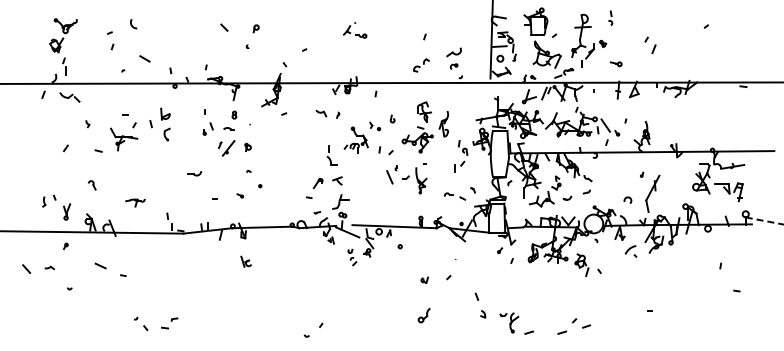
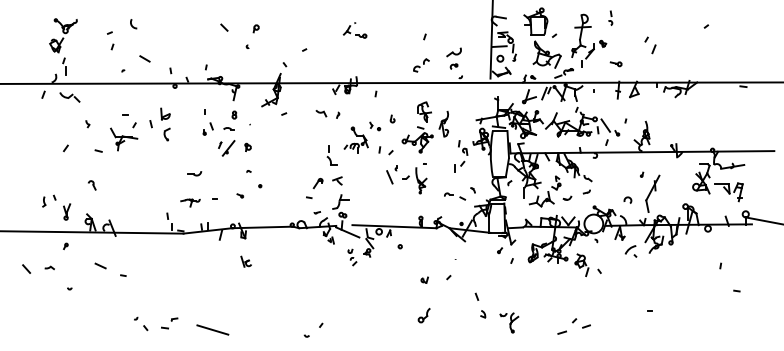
part at (135, 202) position: (135, 202) -> (190, 202)
line at (765, 221): dashed -> solid
line at (212, 329): none -> present
line at (528, 332): present -> none
